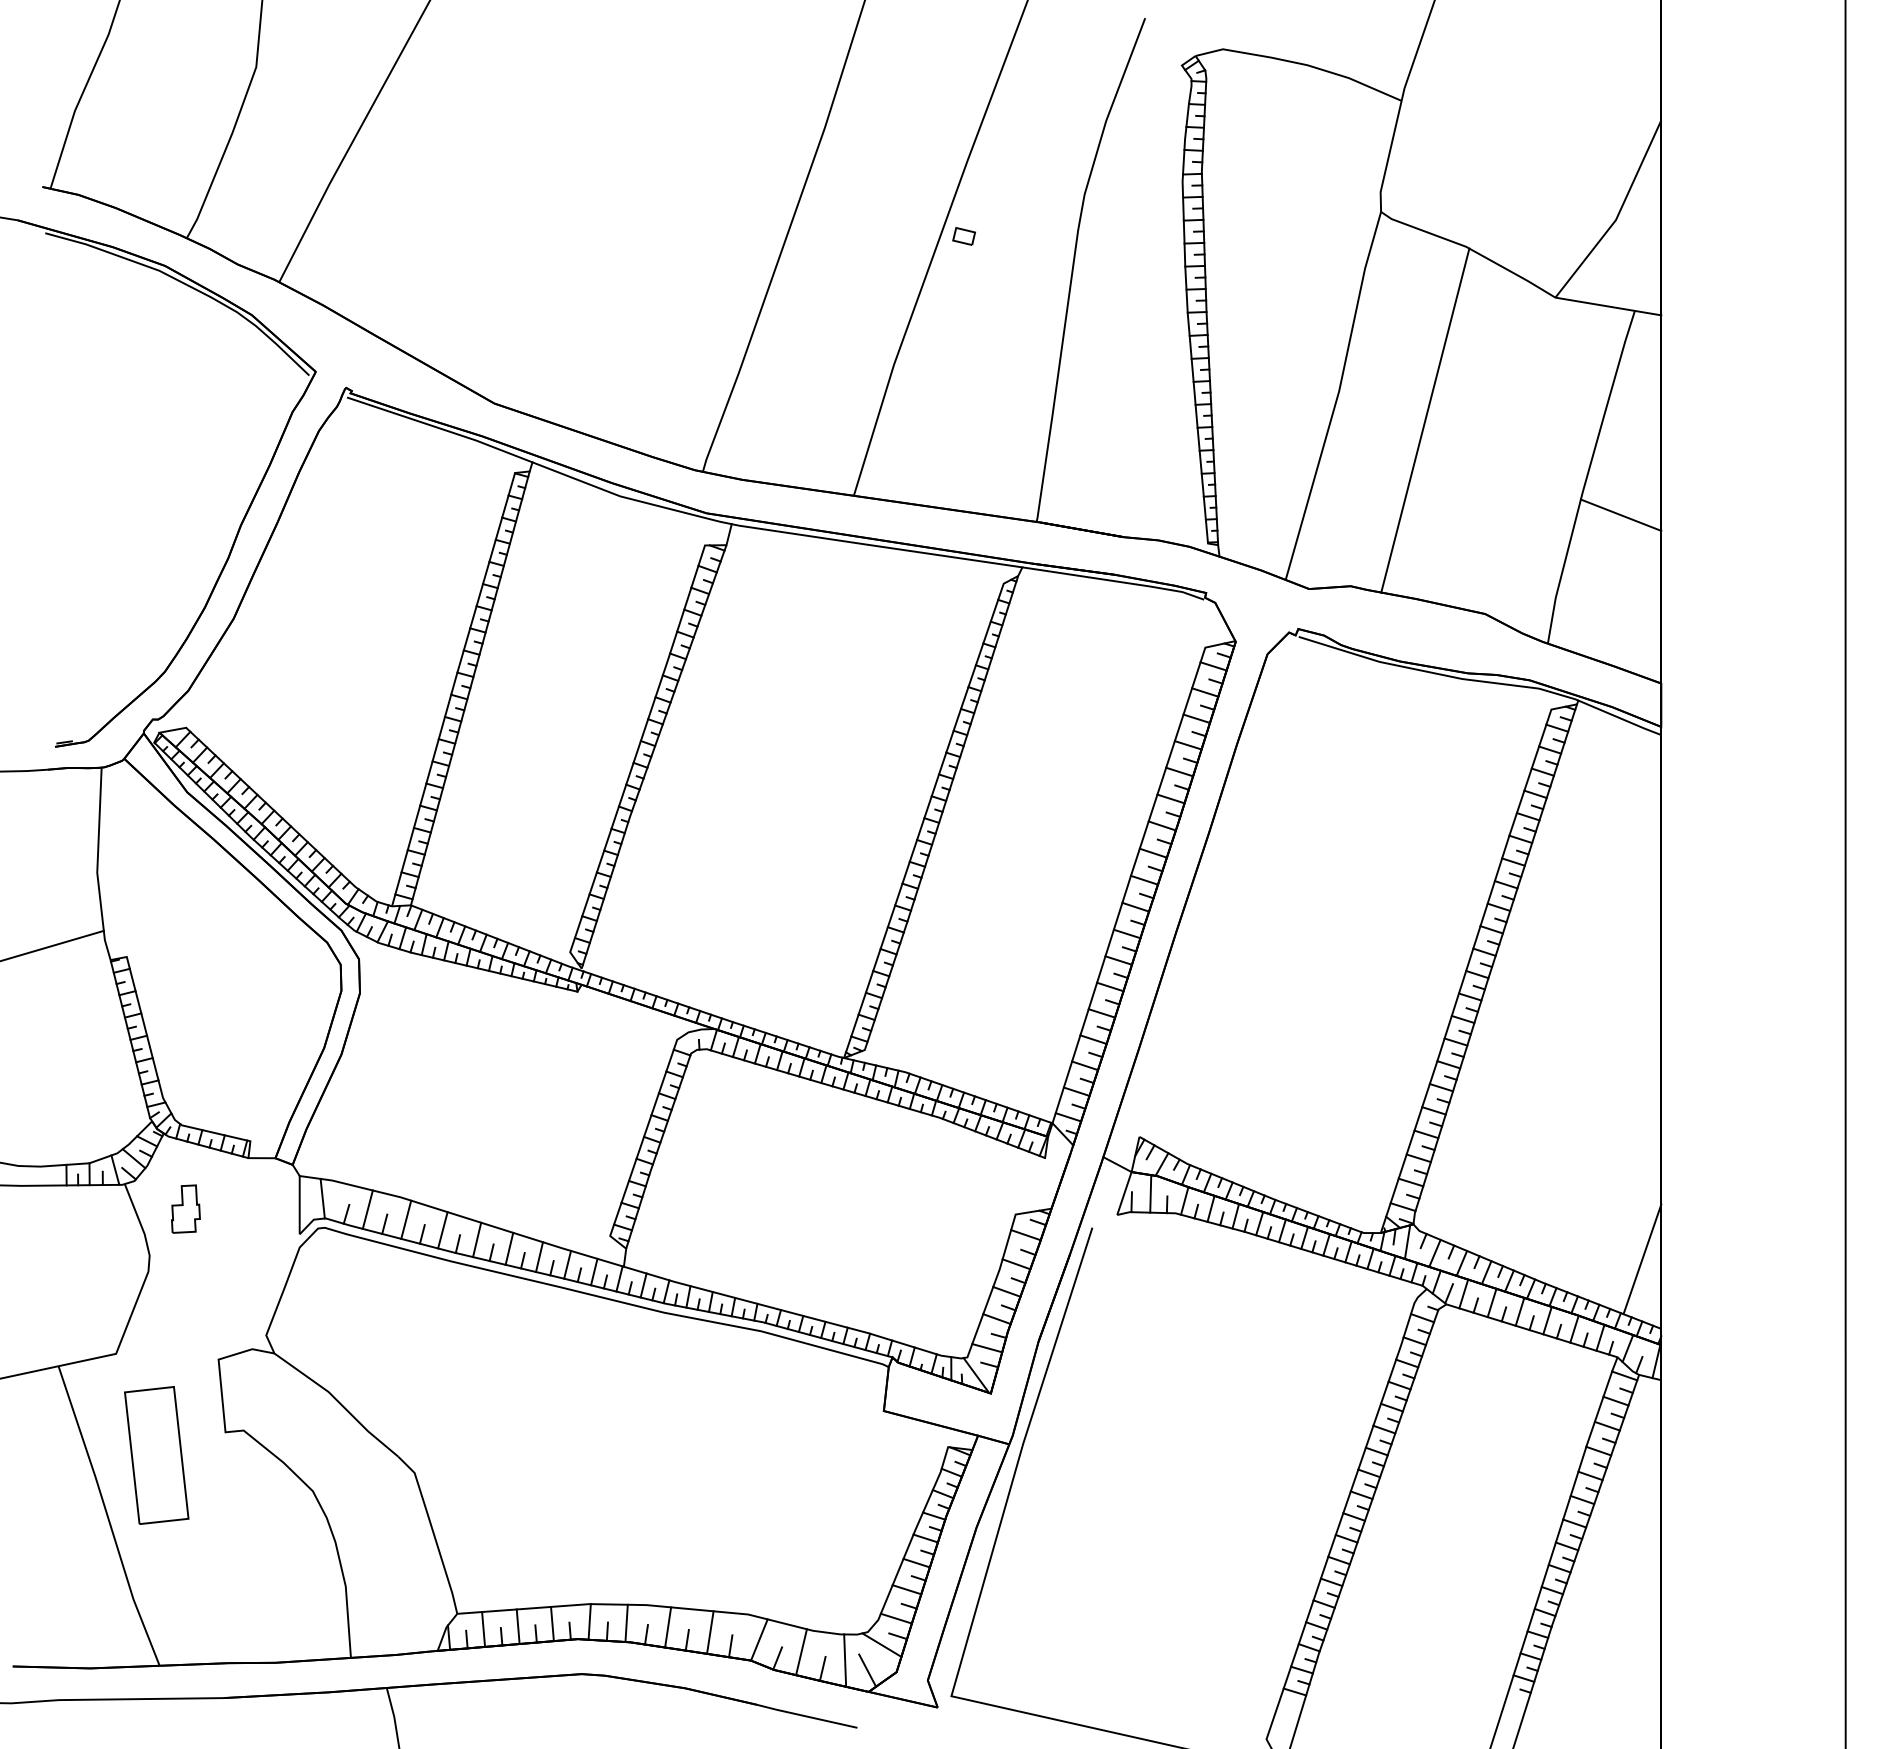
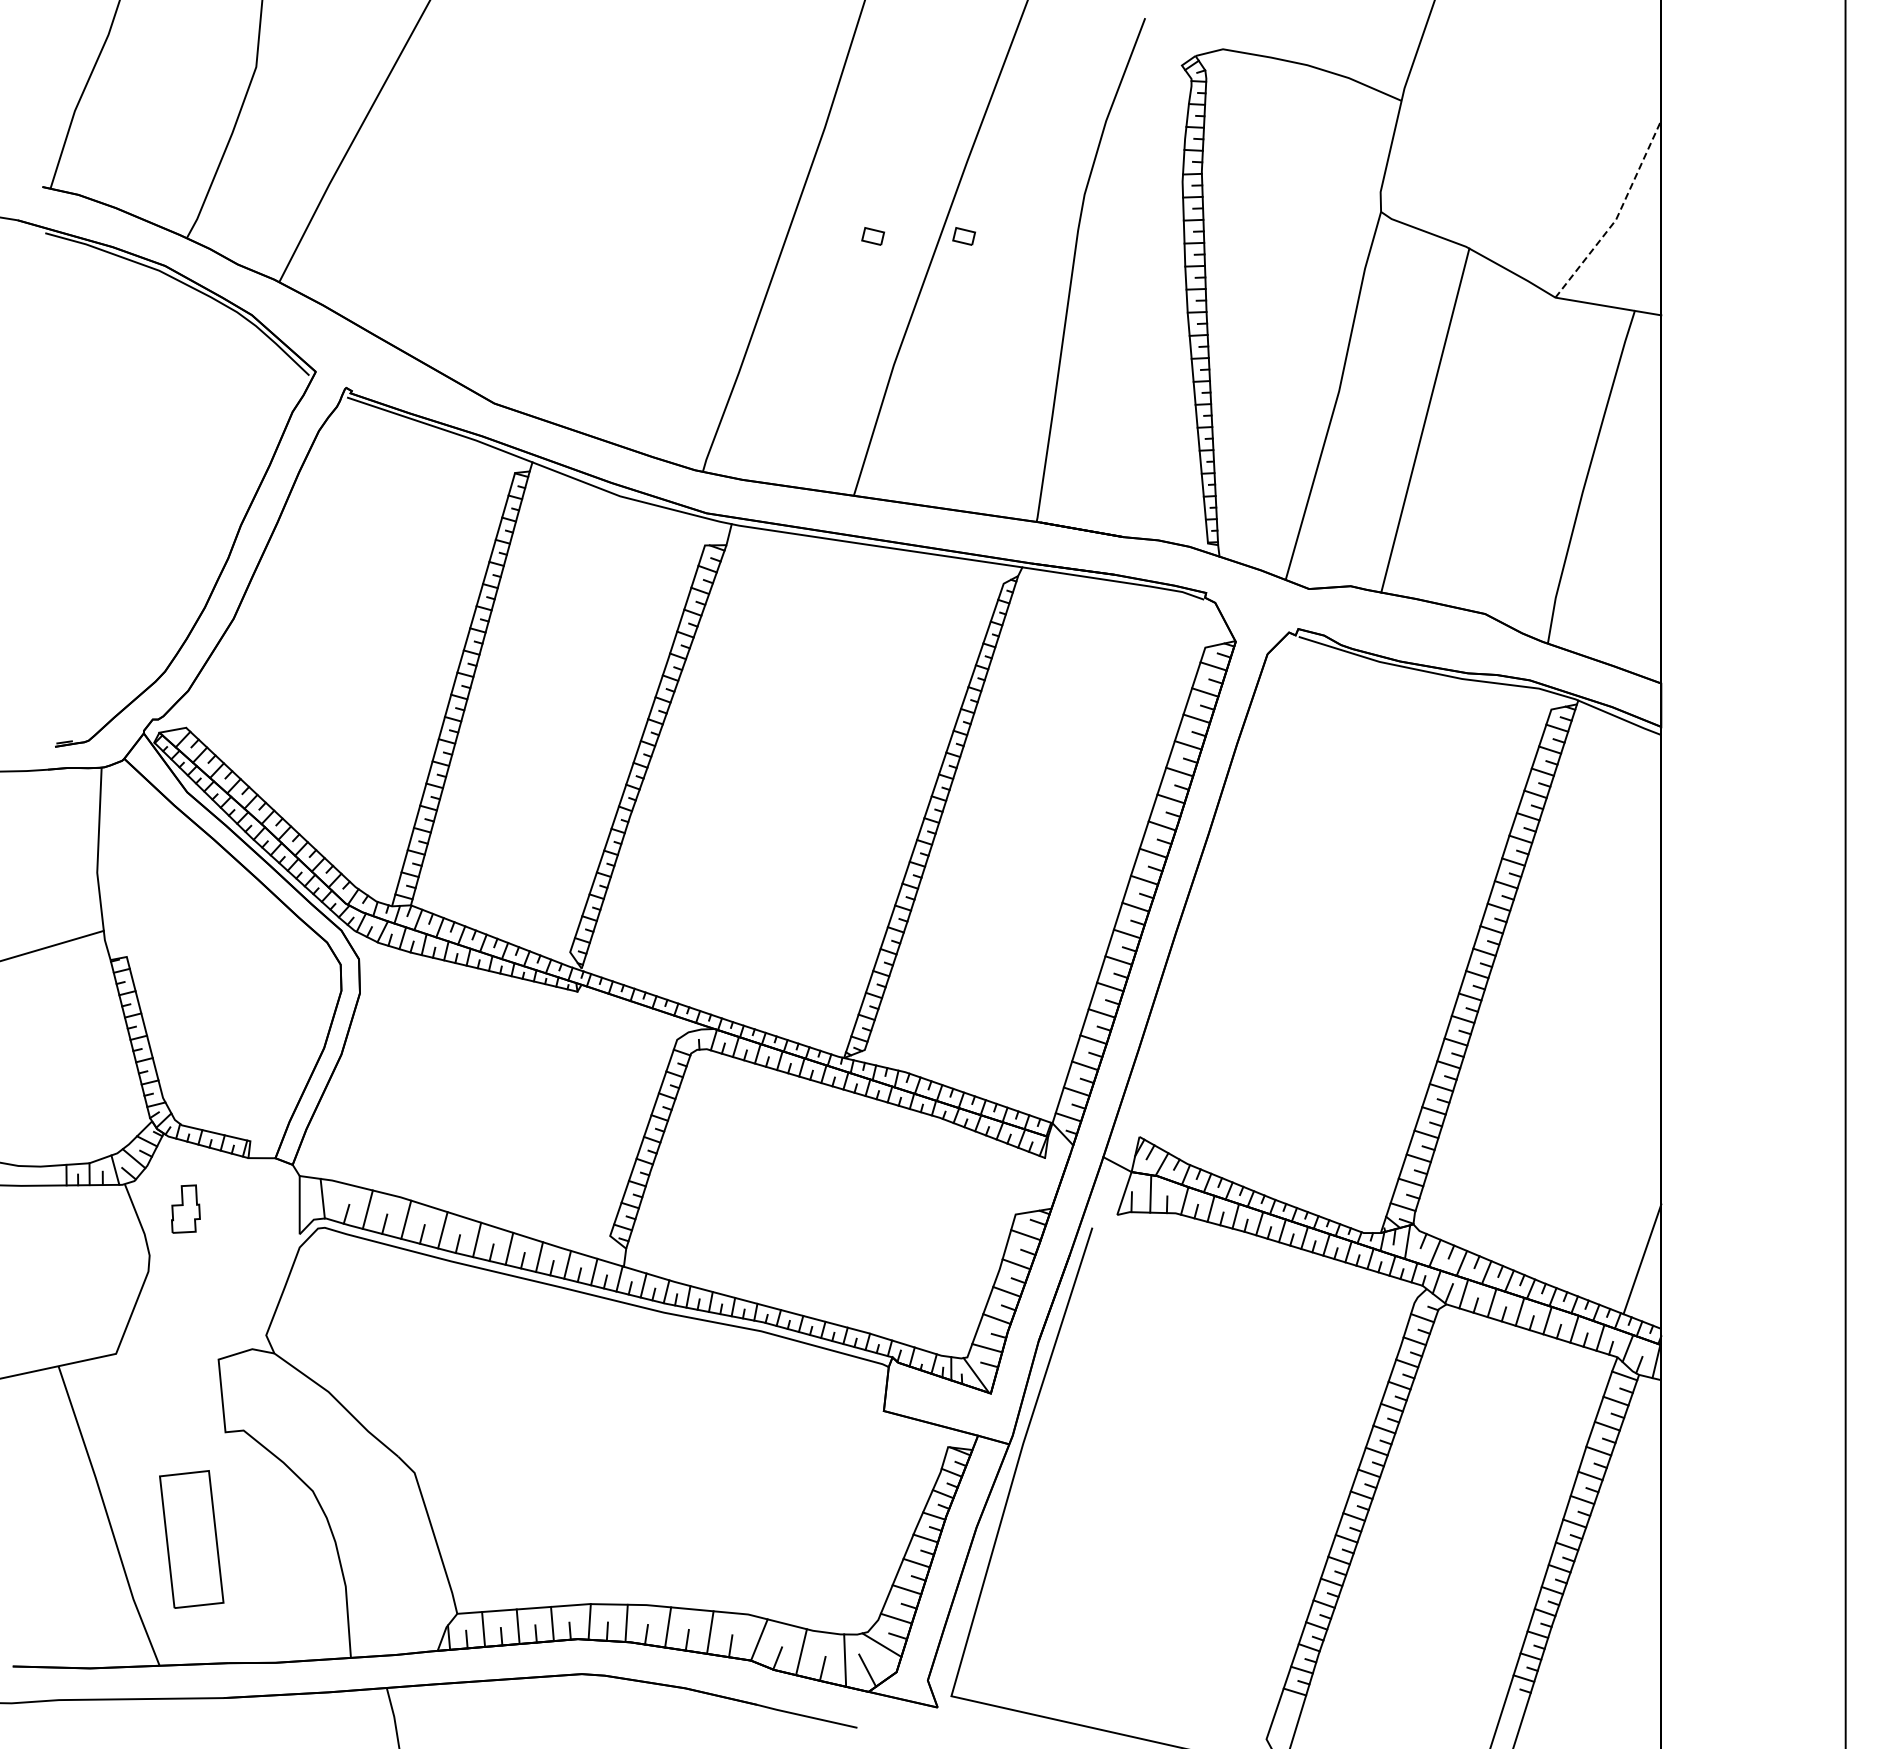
line at (1618, 215): solid -> dashed
part at (872, 236): none -> present
line at (1620, 514): present -> none
part at (156, 1455) position: (156, 1455) -> (191, 1539)
